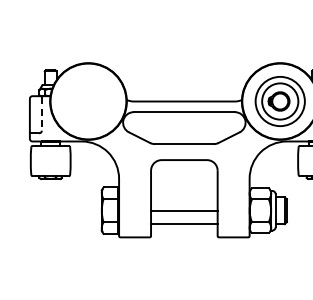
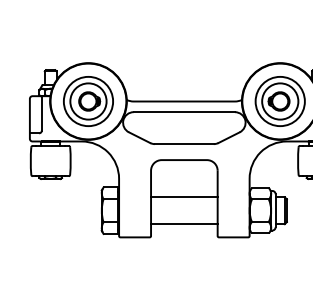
part at (88, 101): none -> present
line at (41, 114): dashed -> solid
line at (184, 211) position: (184, 211) -> (184, 197)
